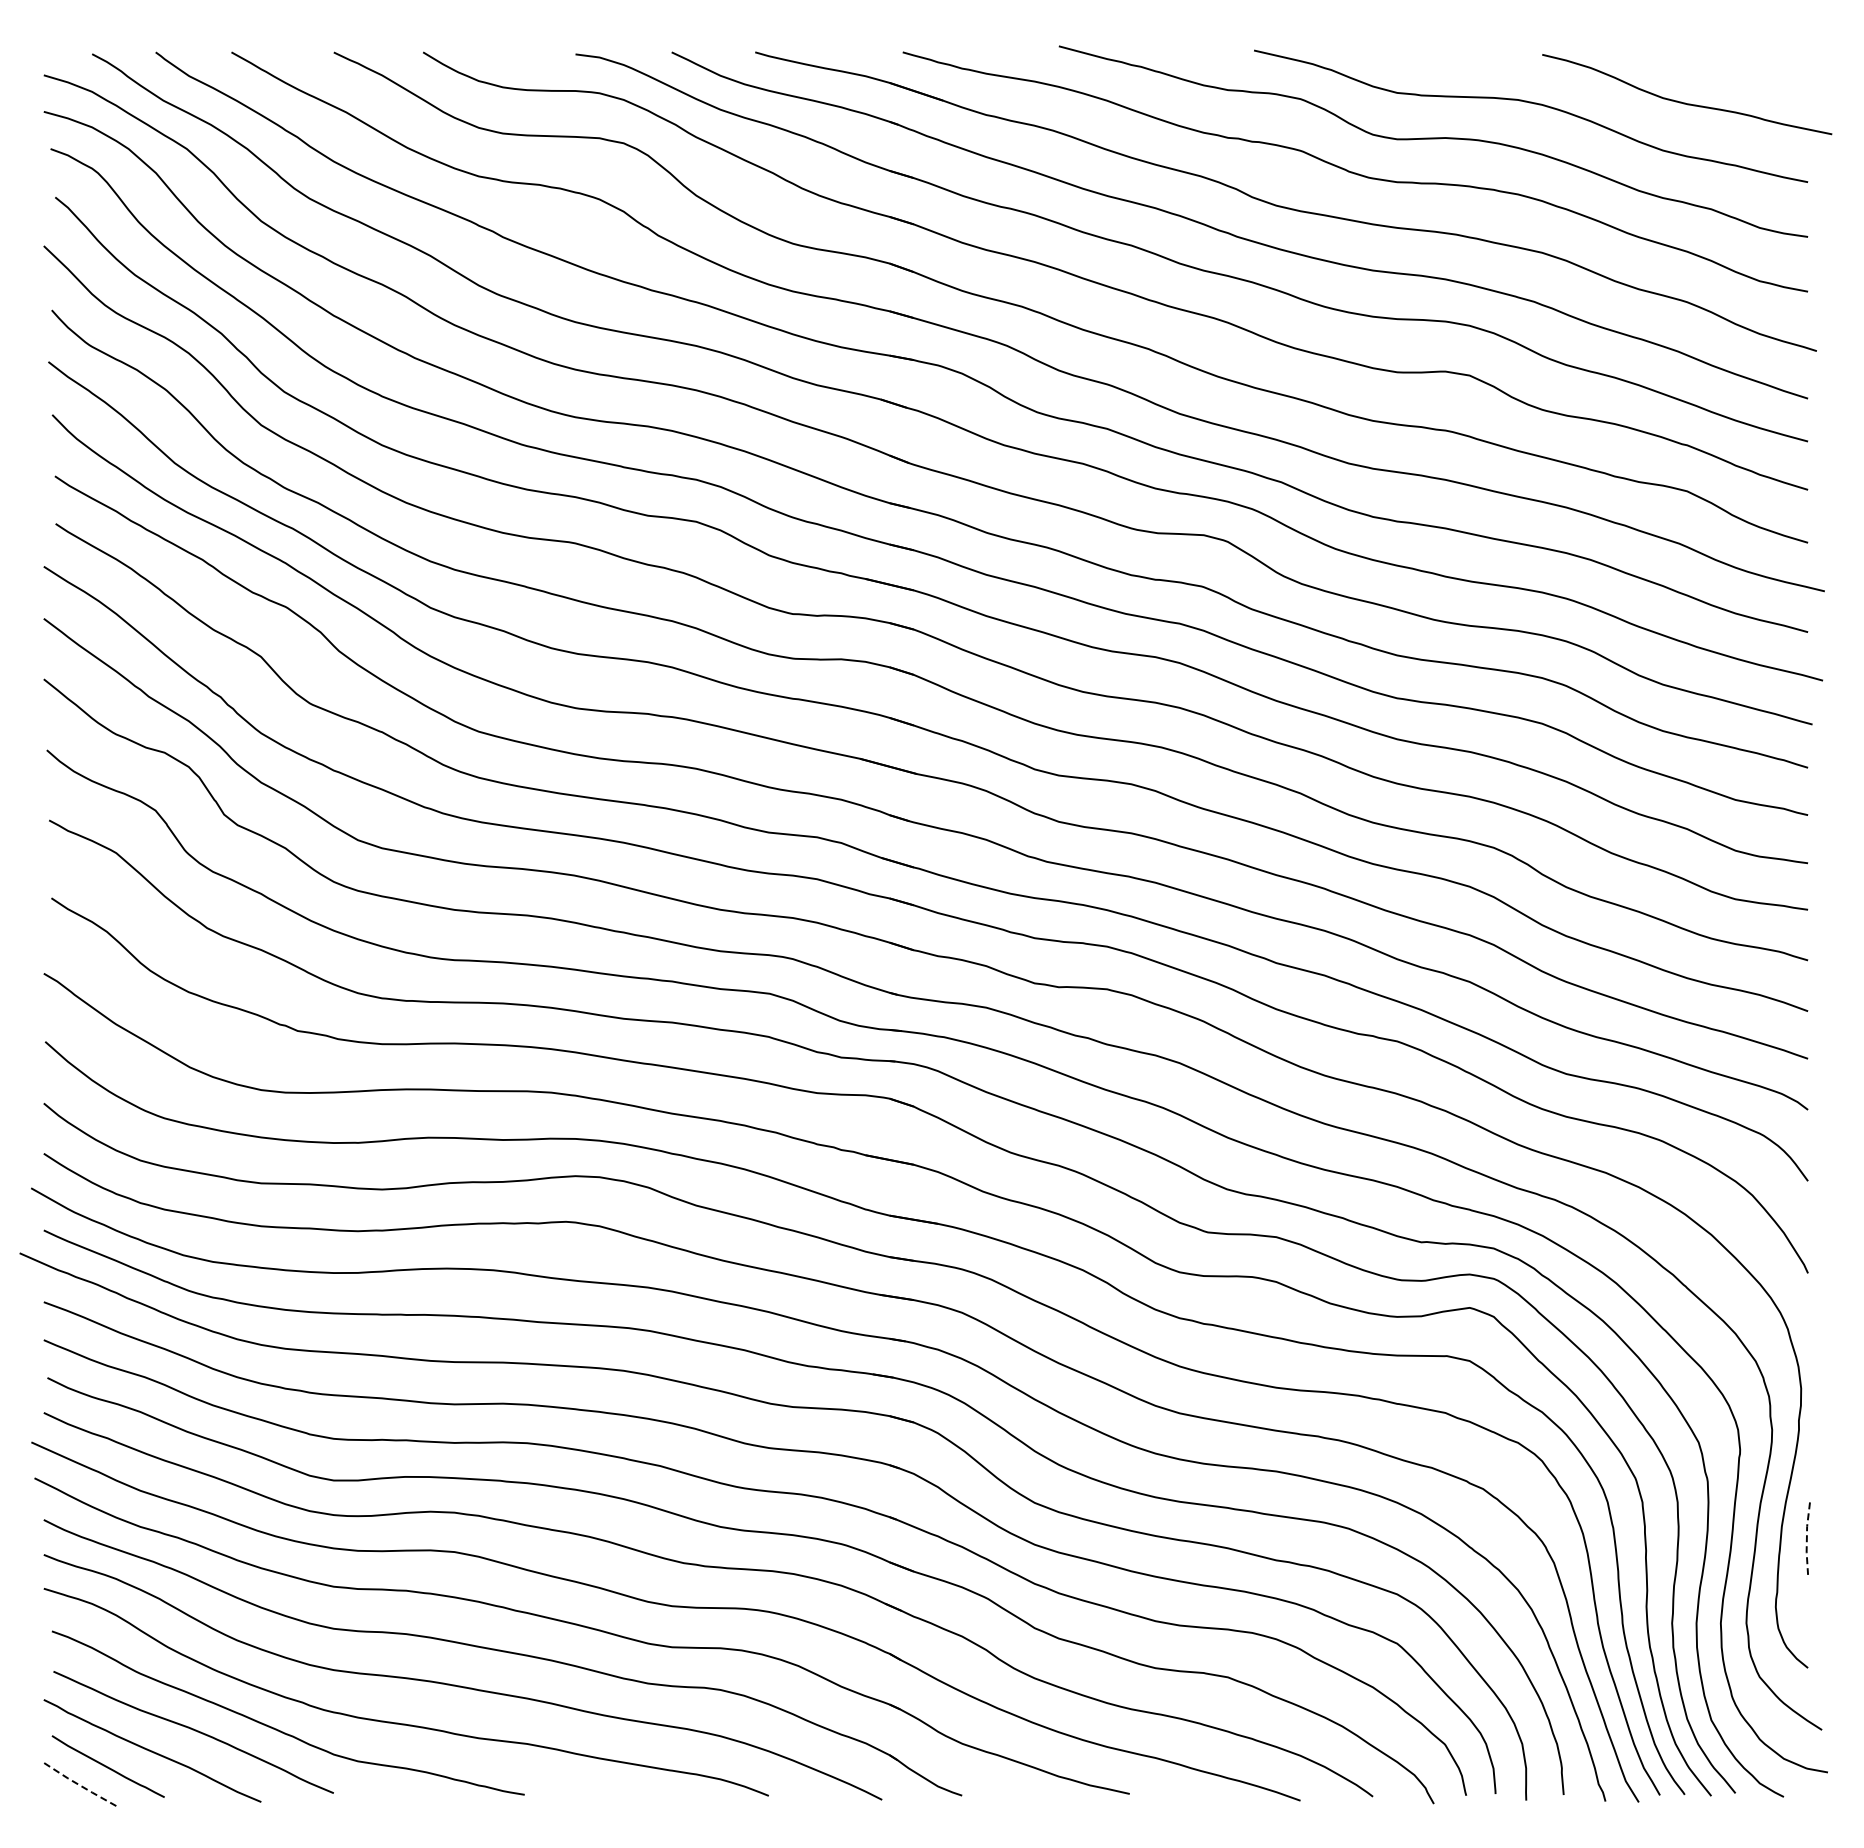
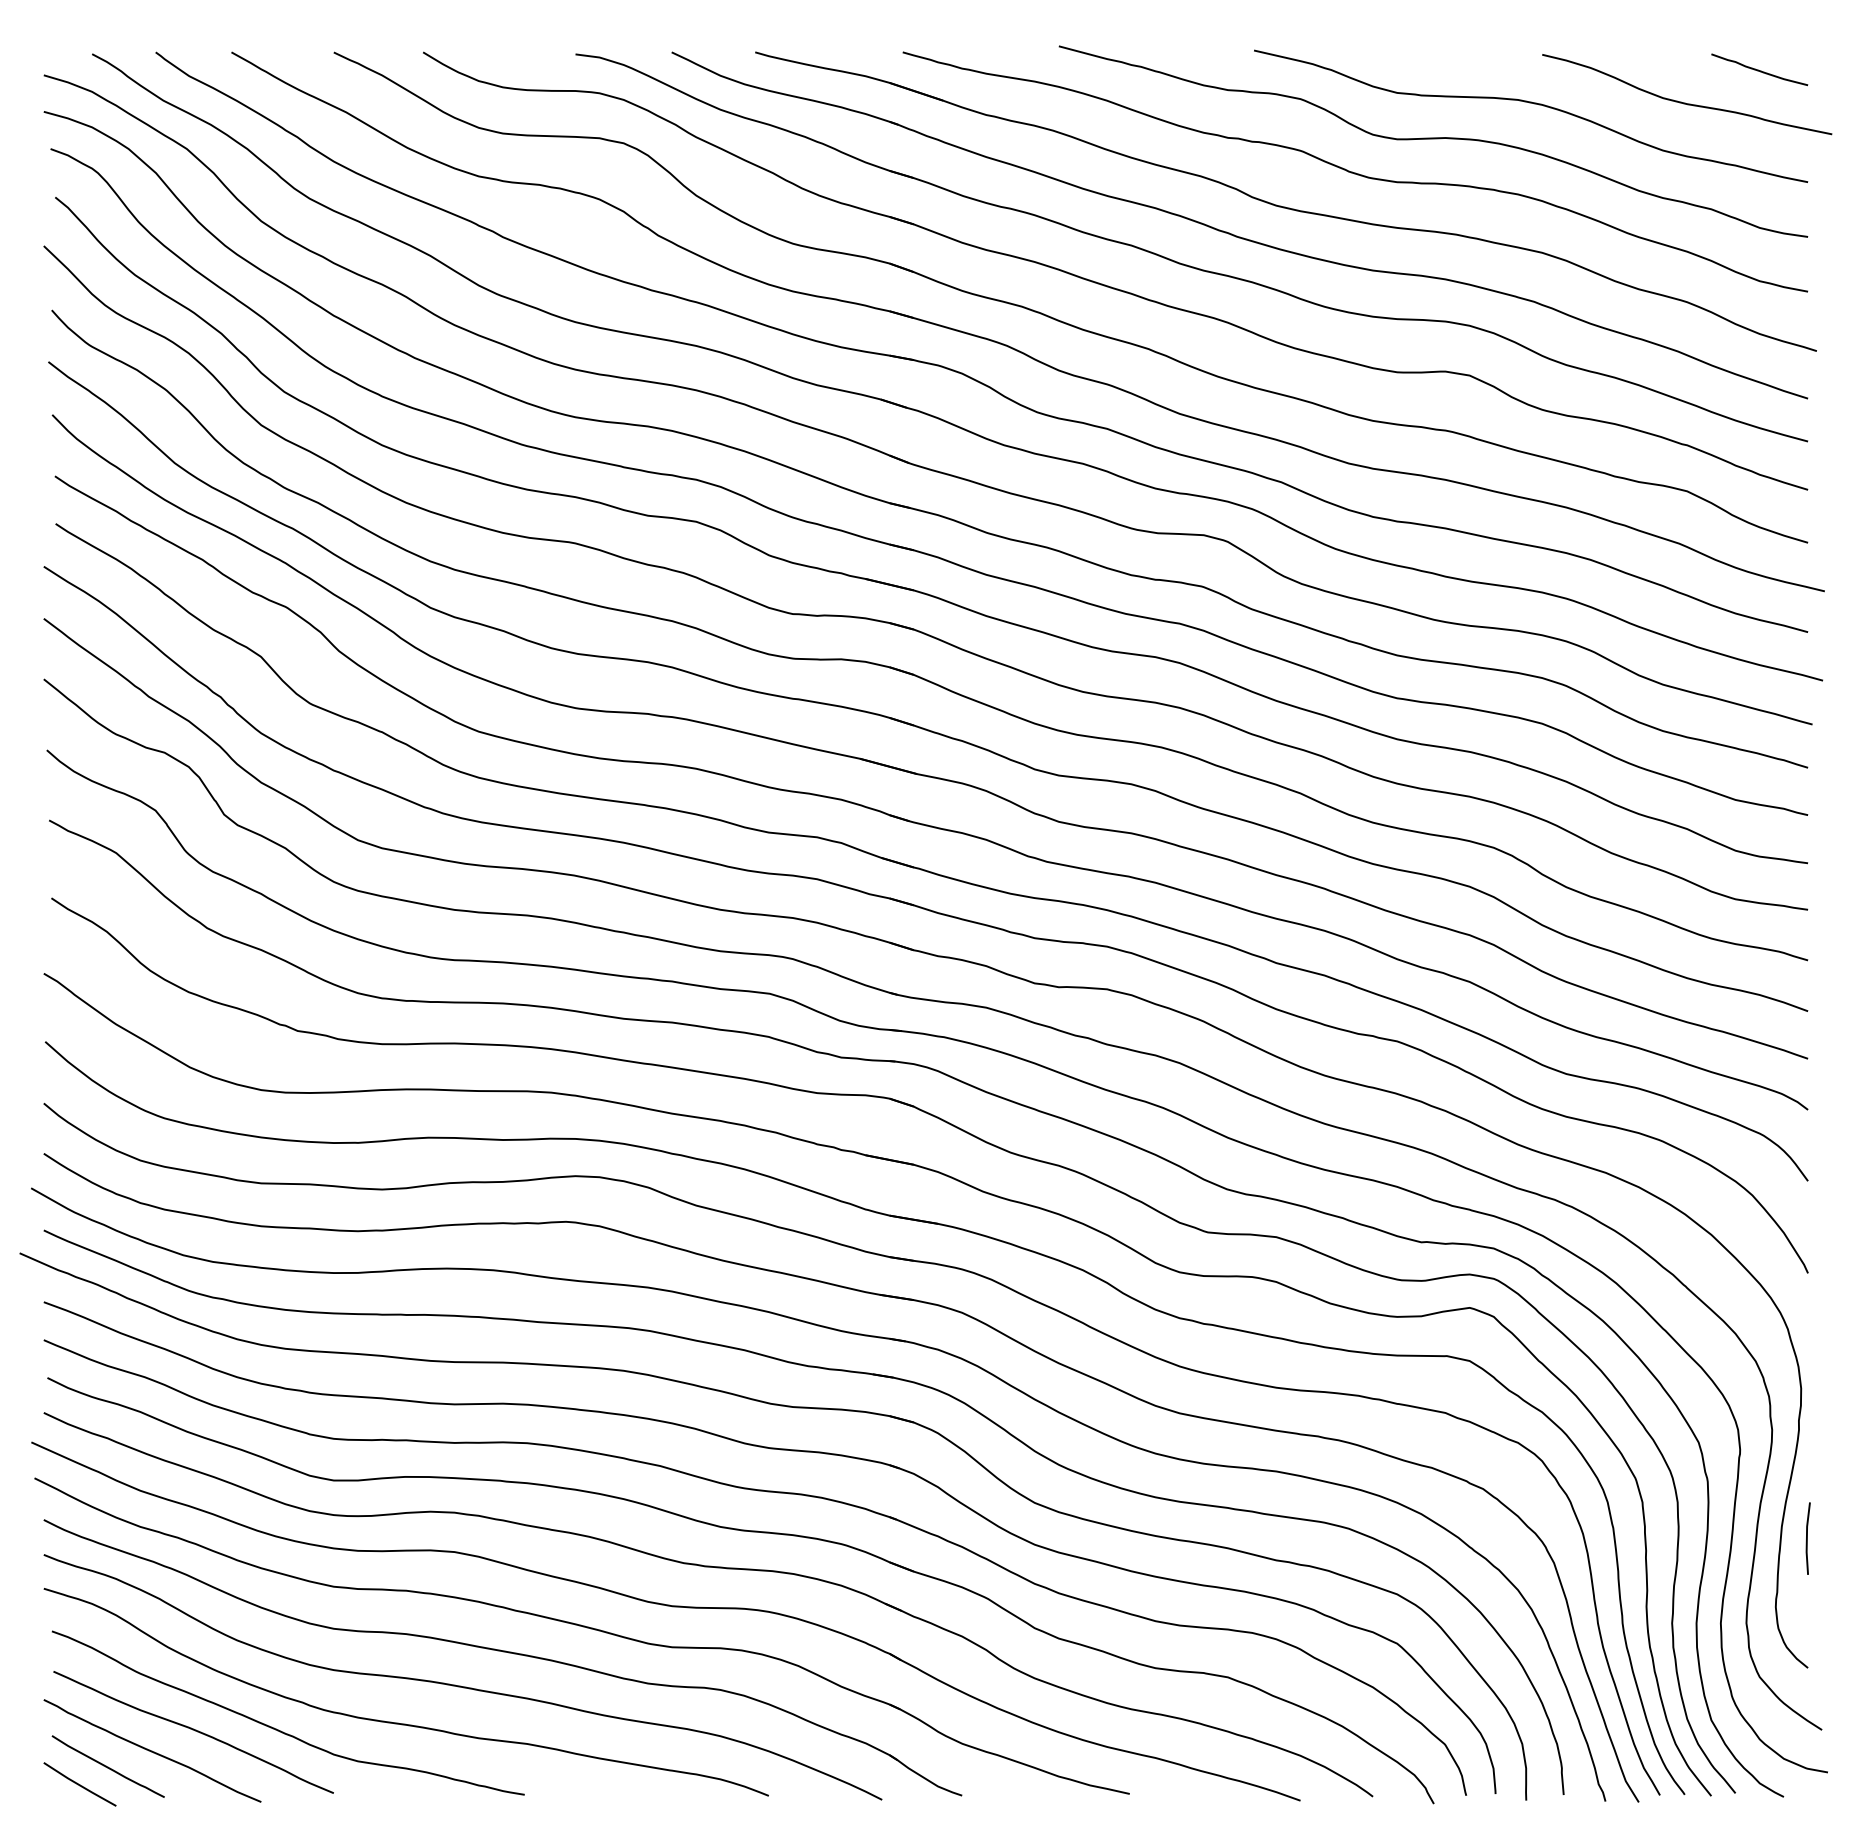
curve at (1758, 69): none -> present
line at (1806, 1538): dashed -> solid
line at (79, 1784): dashed -> solid
